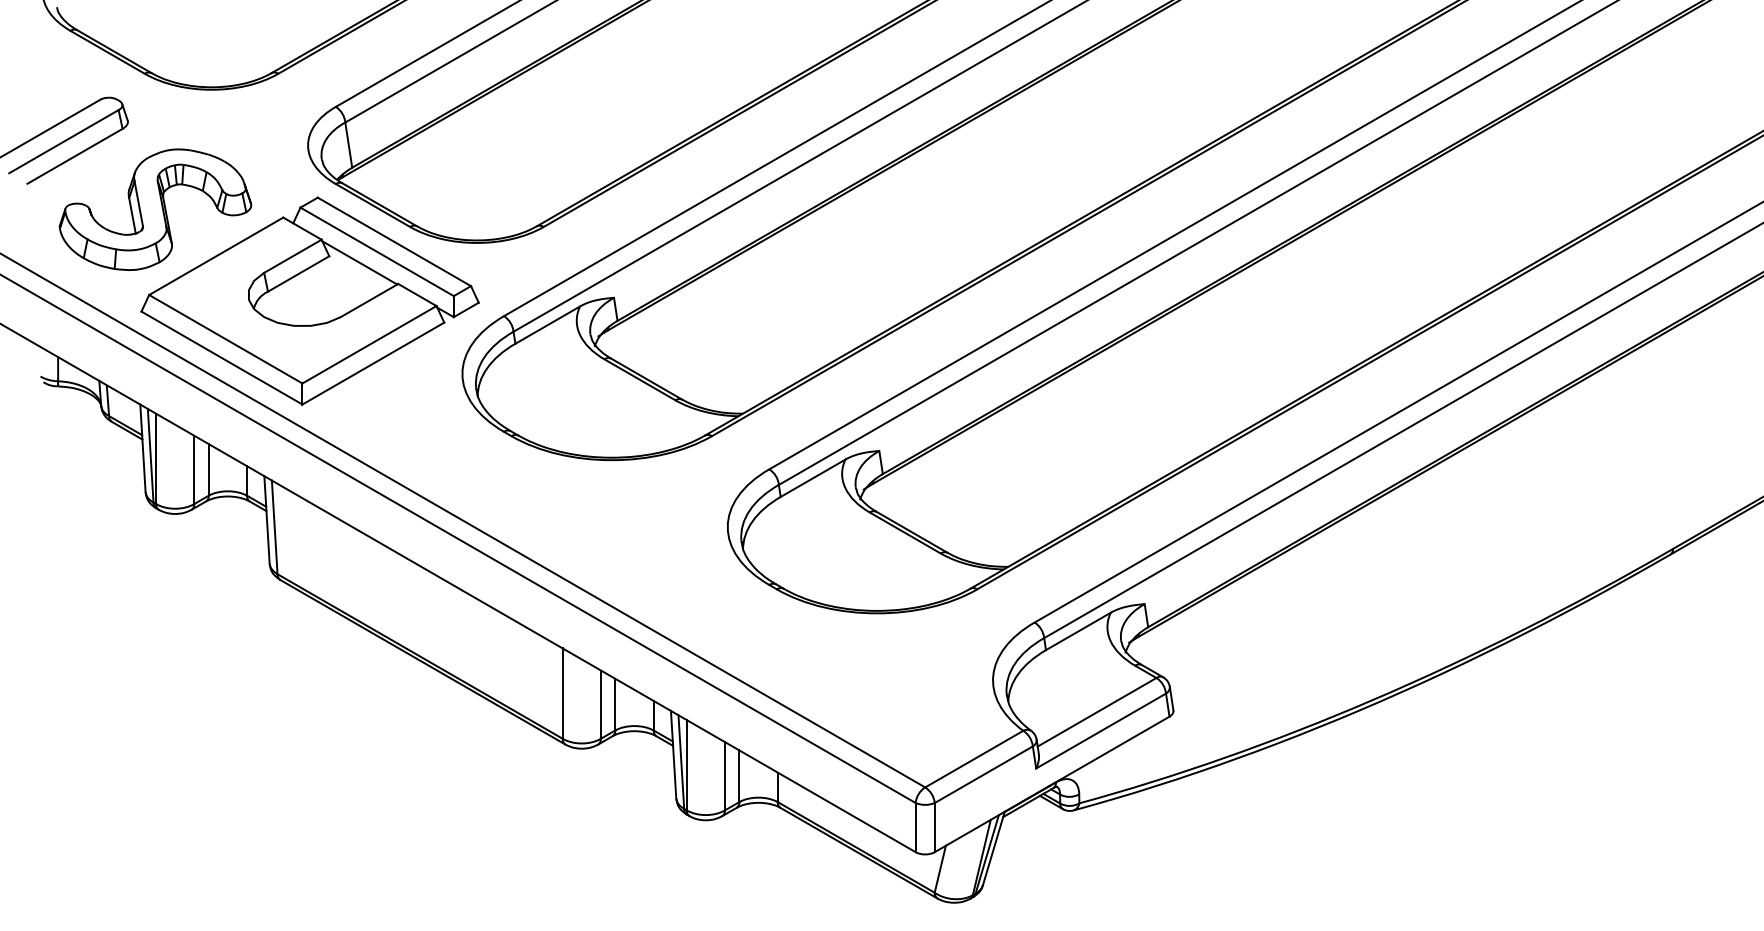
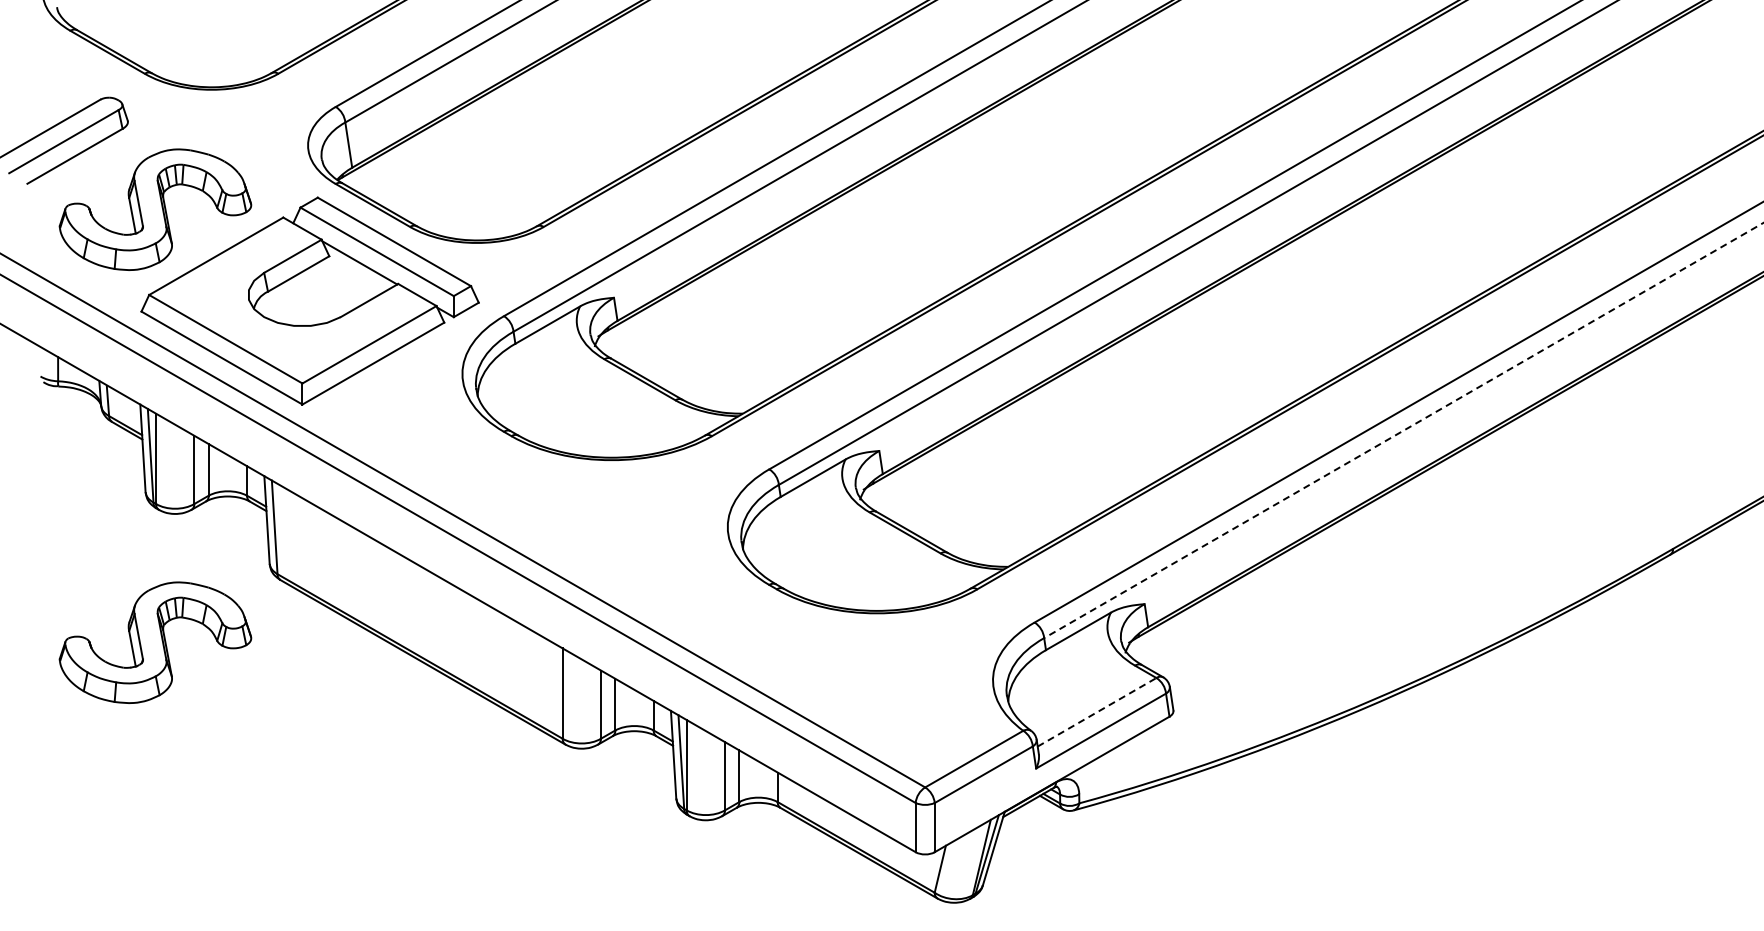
line at (1403, 430): solid -> dashed
part at (155, 642): none -> present
line at (1097, 712): solid -> dashed
